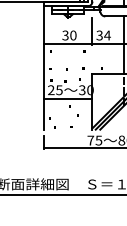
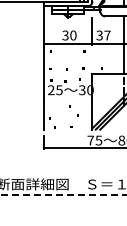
text at (107, 35): 34 -> 37
line at (68, 99): present -> none
line at (63, 195): solid -> dashed
